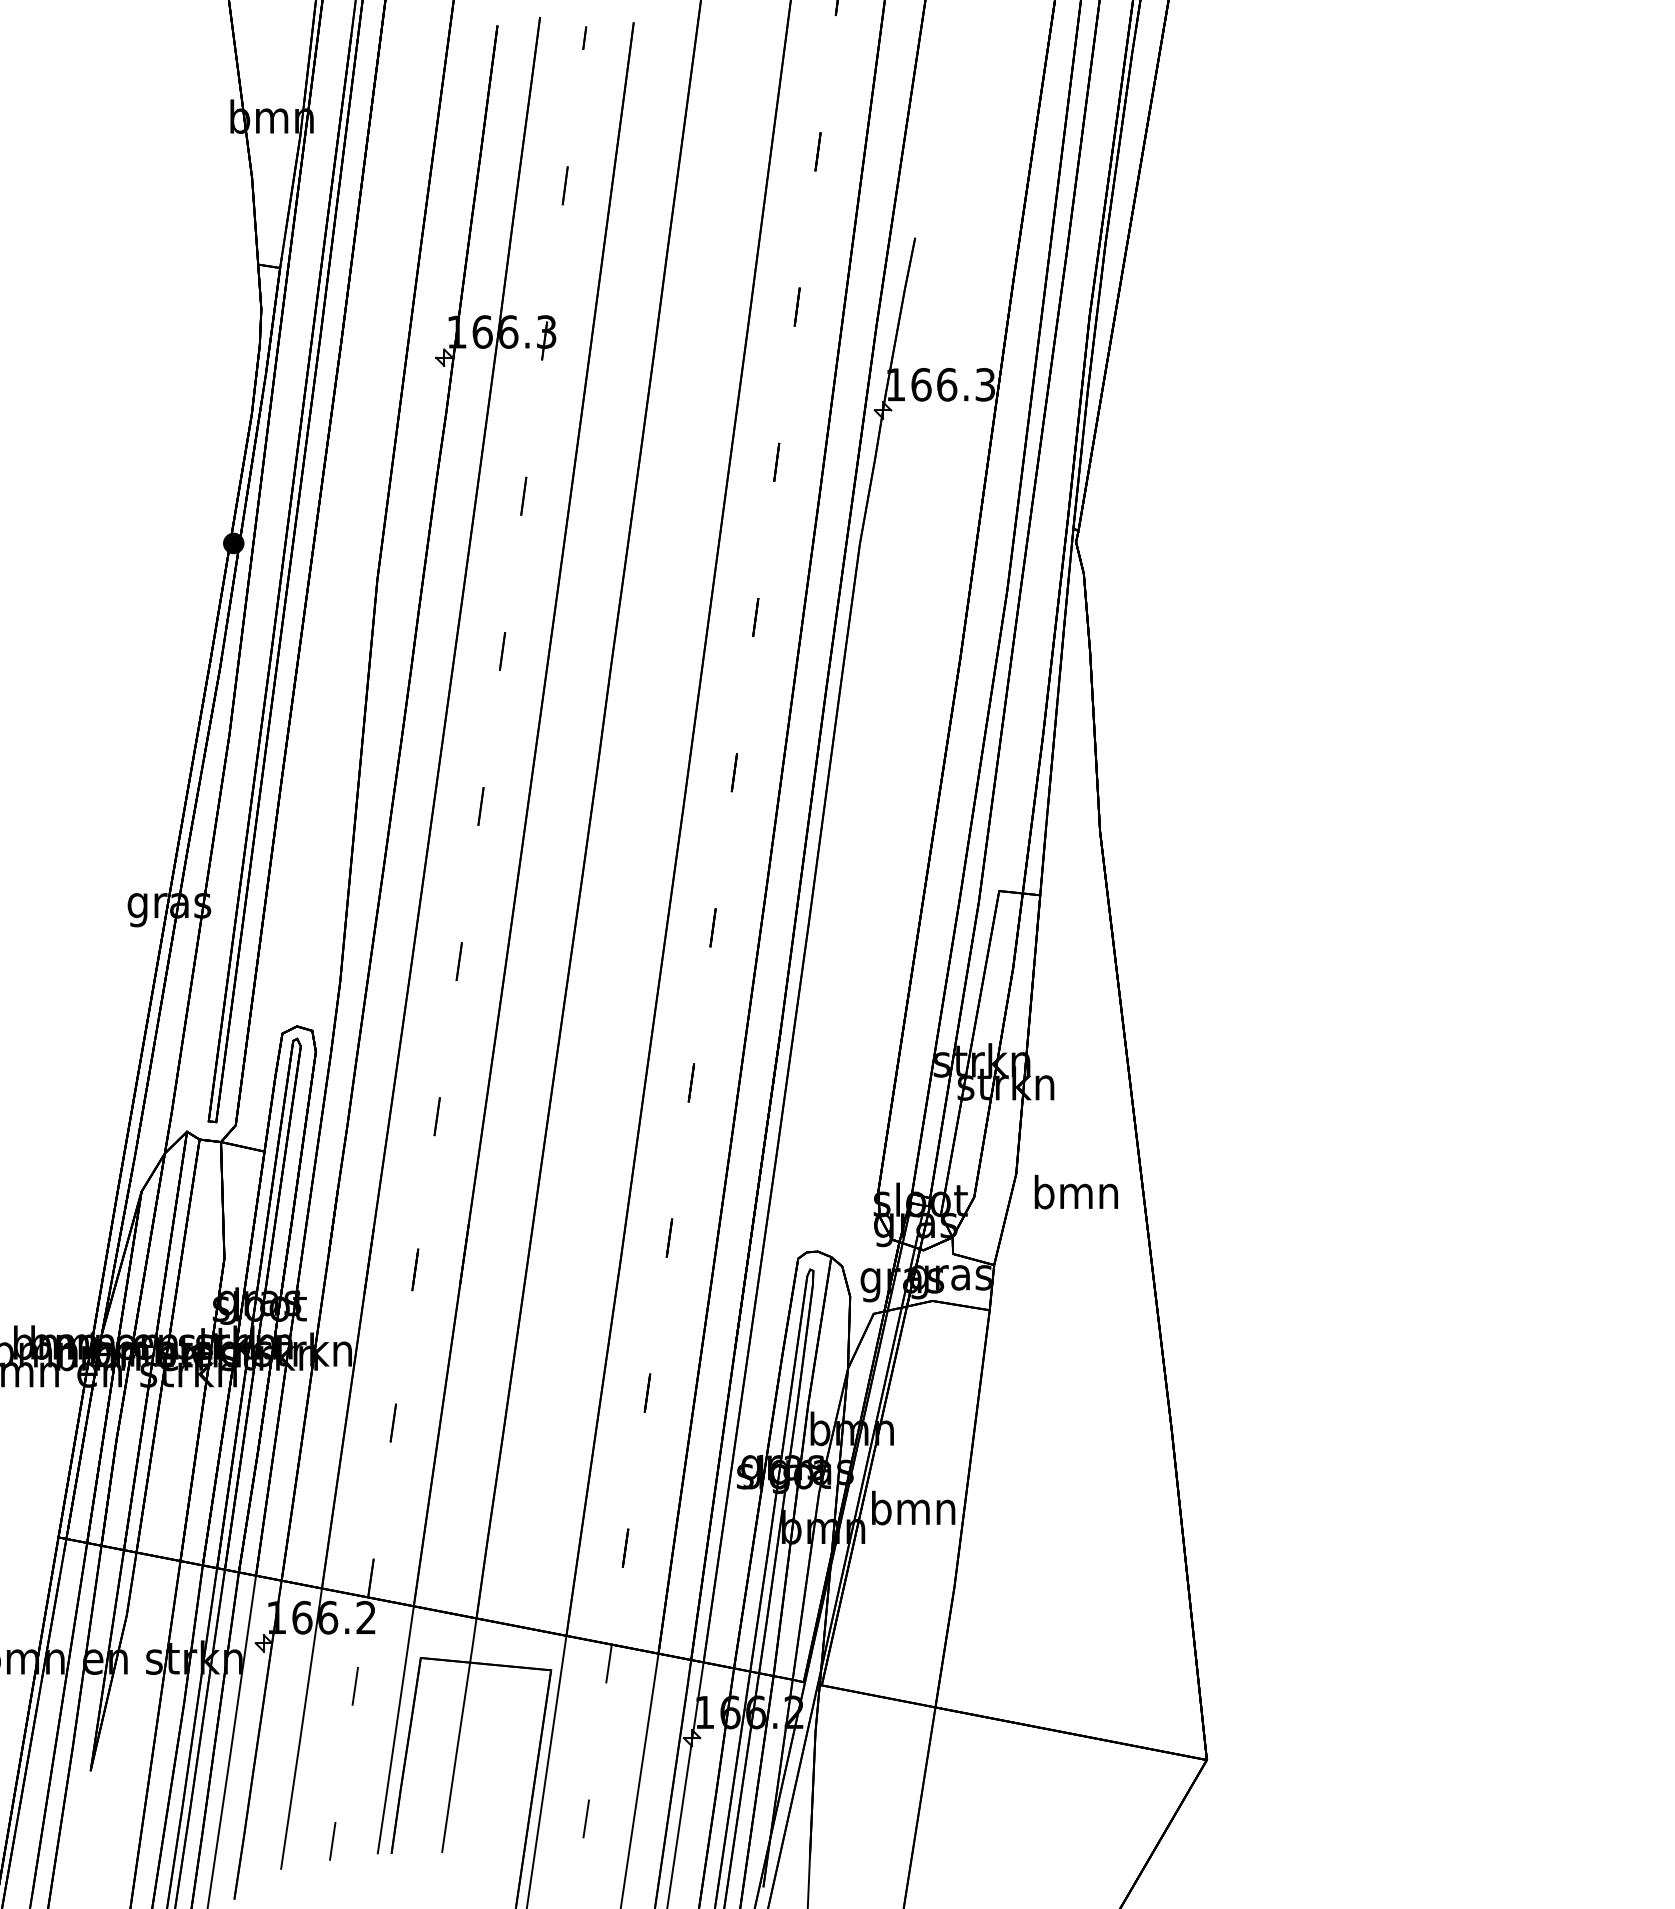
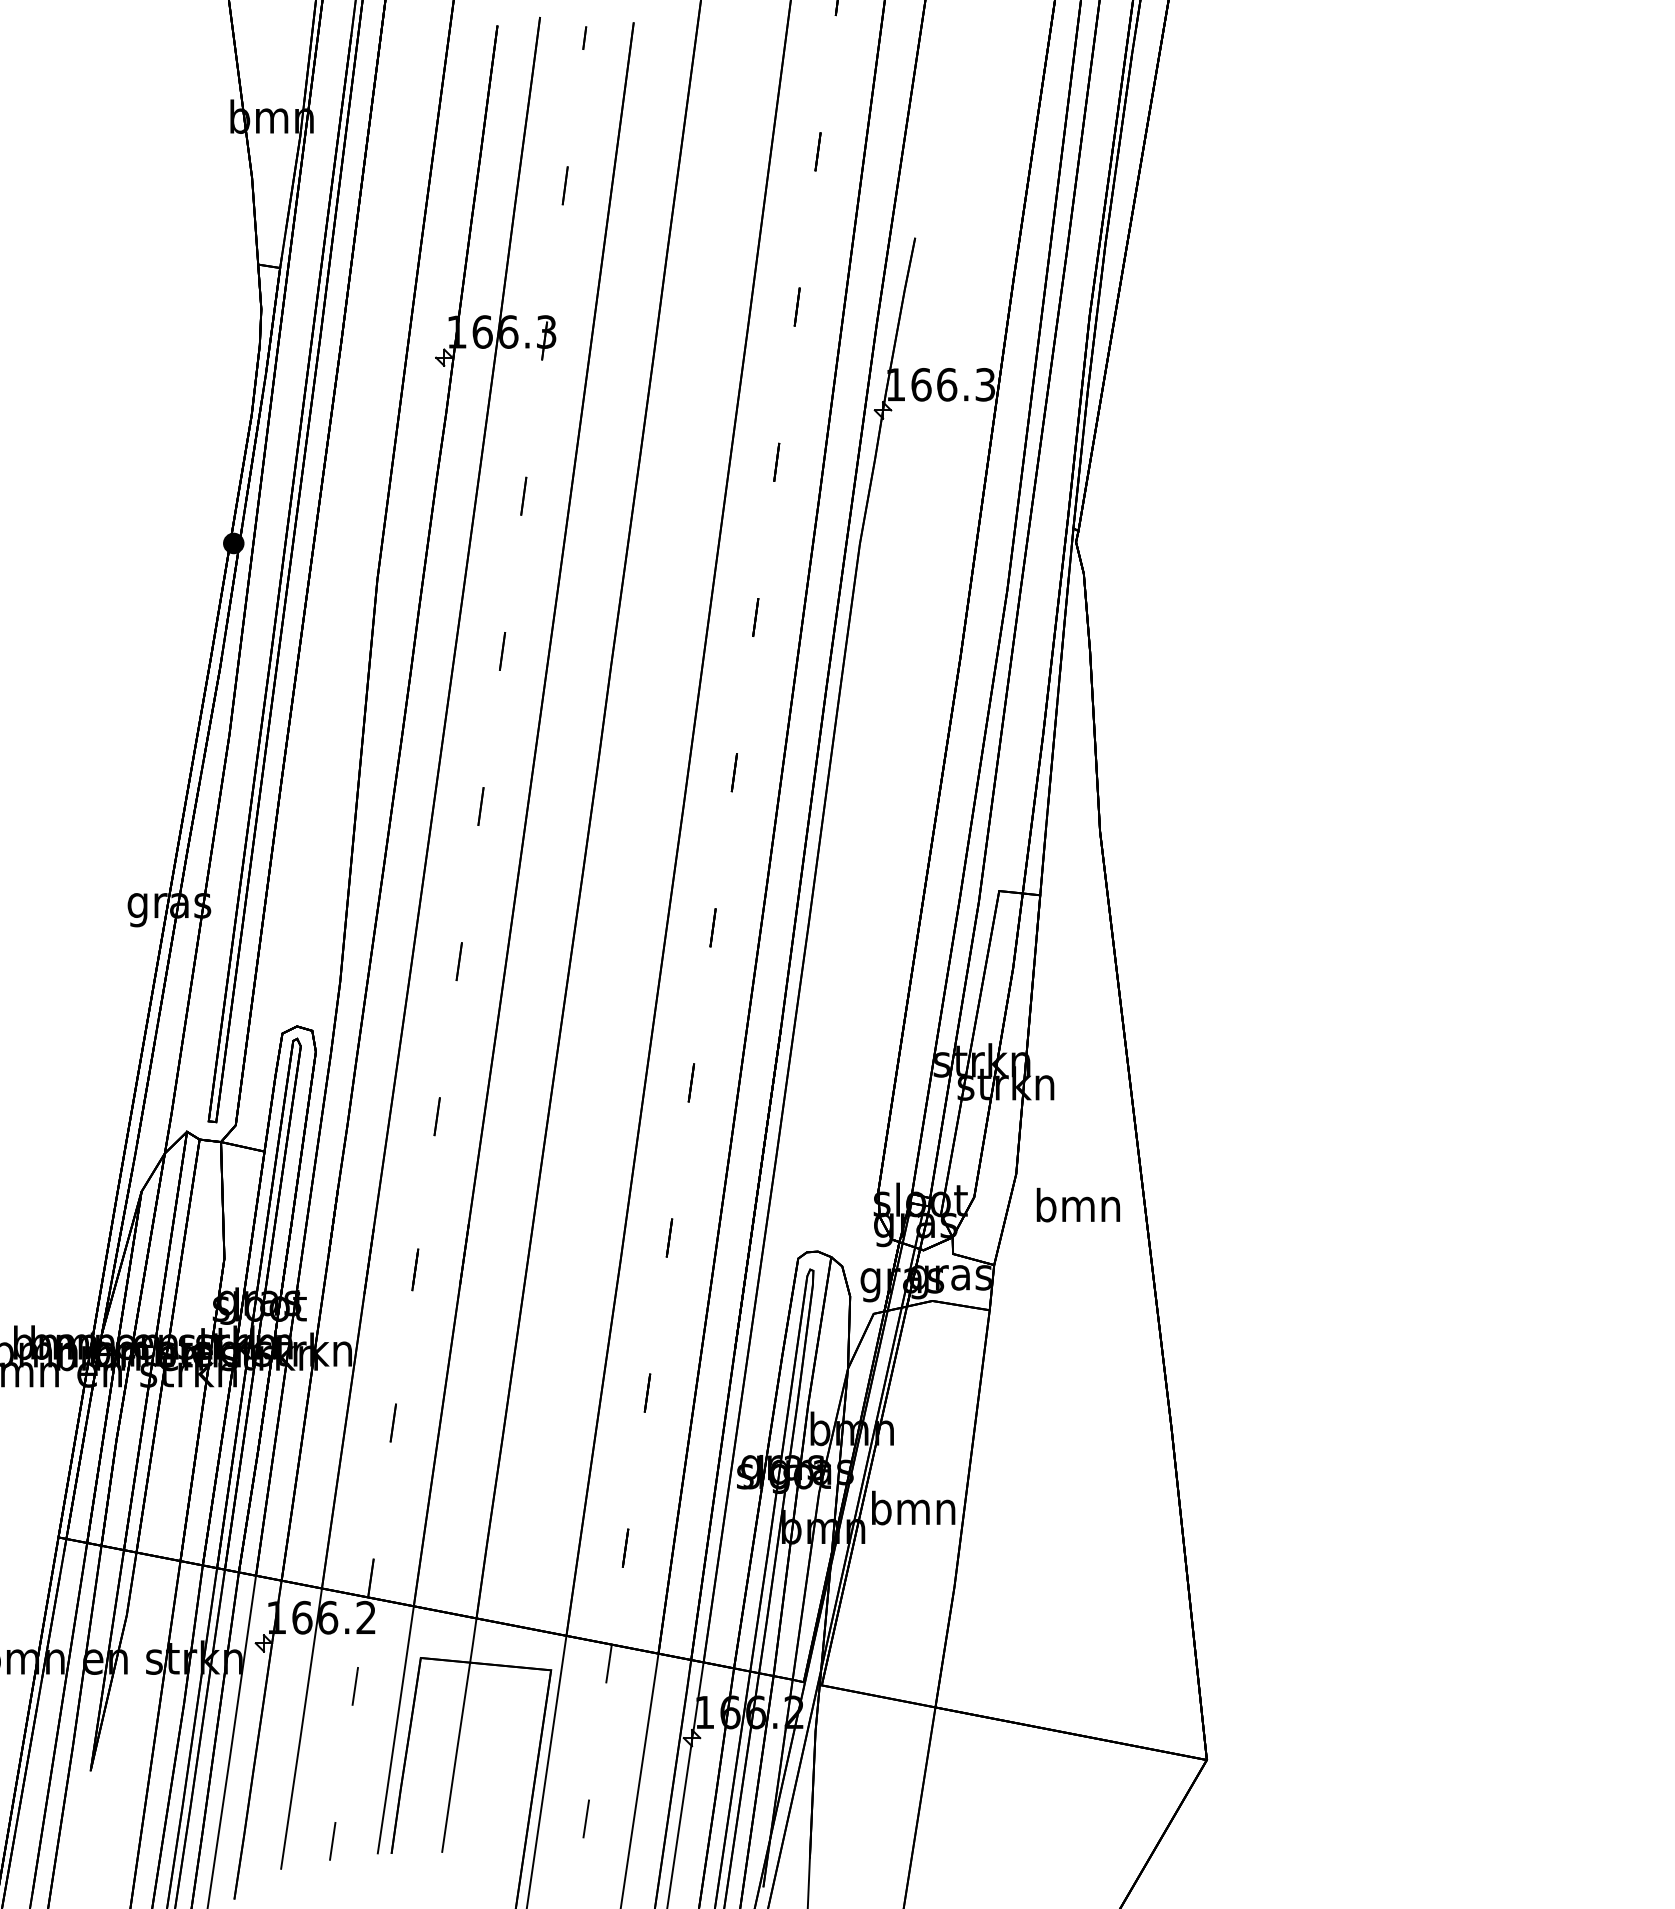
text at (1075, 1191) position: (1075, 1191) -> (1077, 1204)
